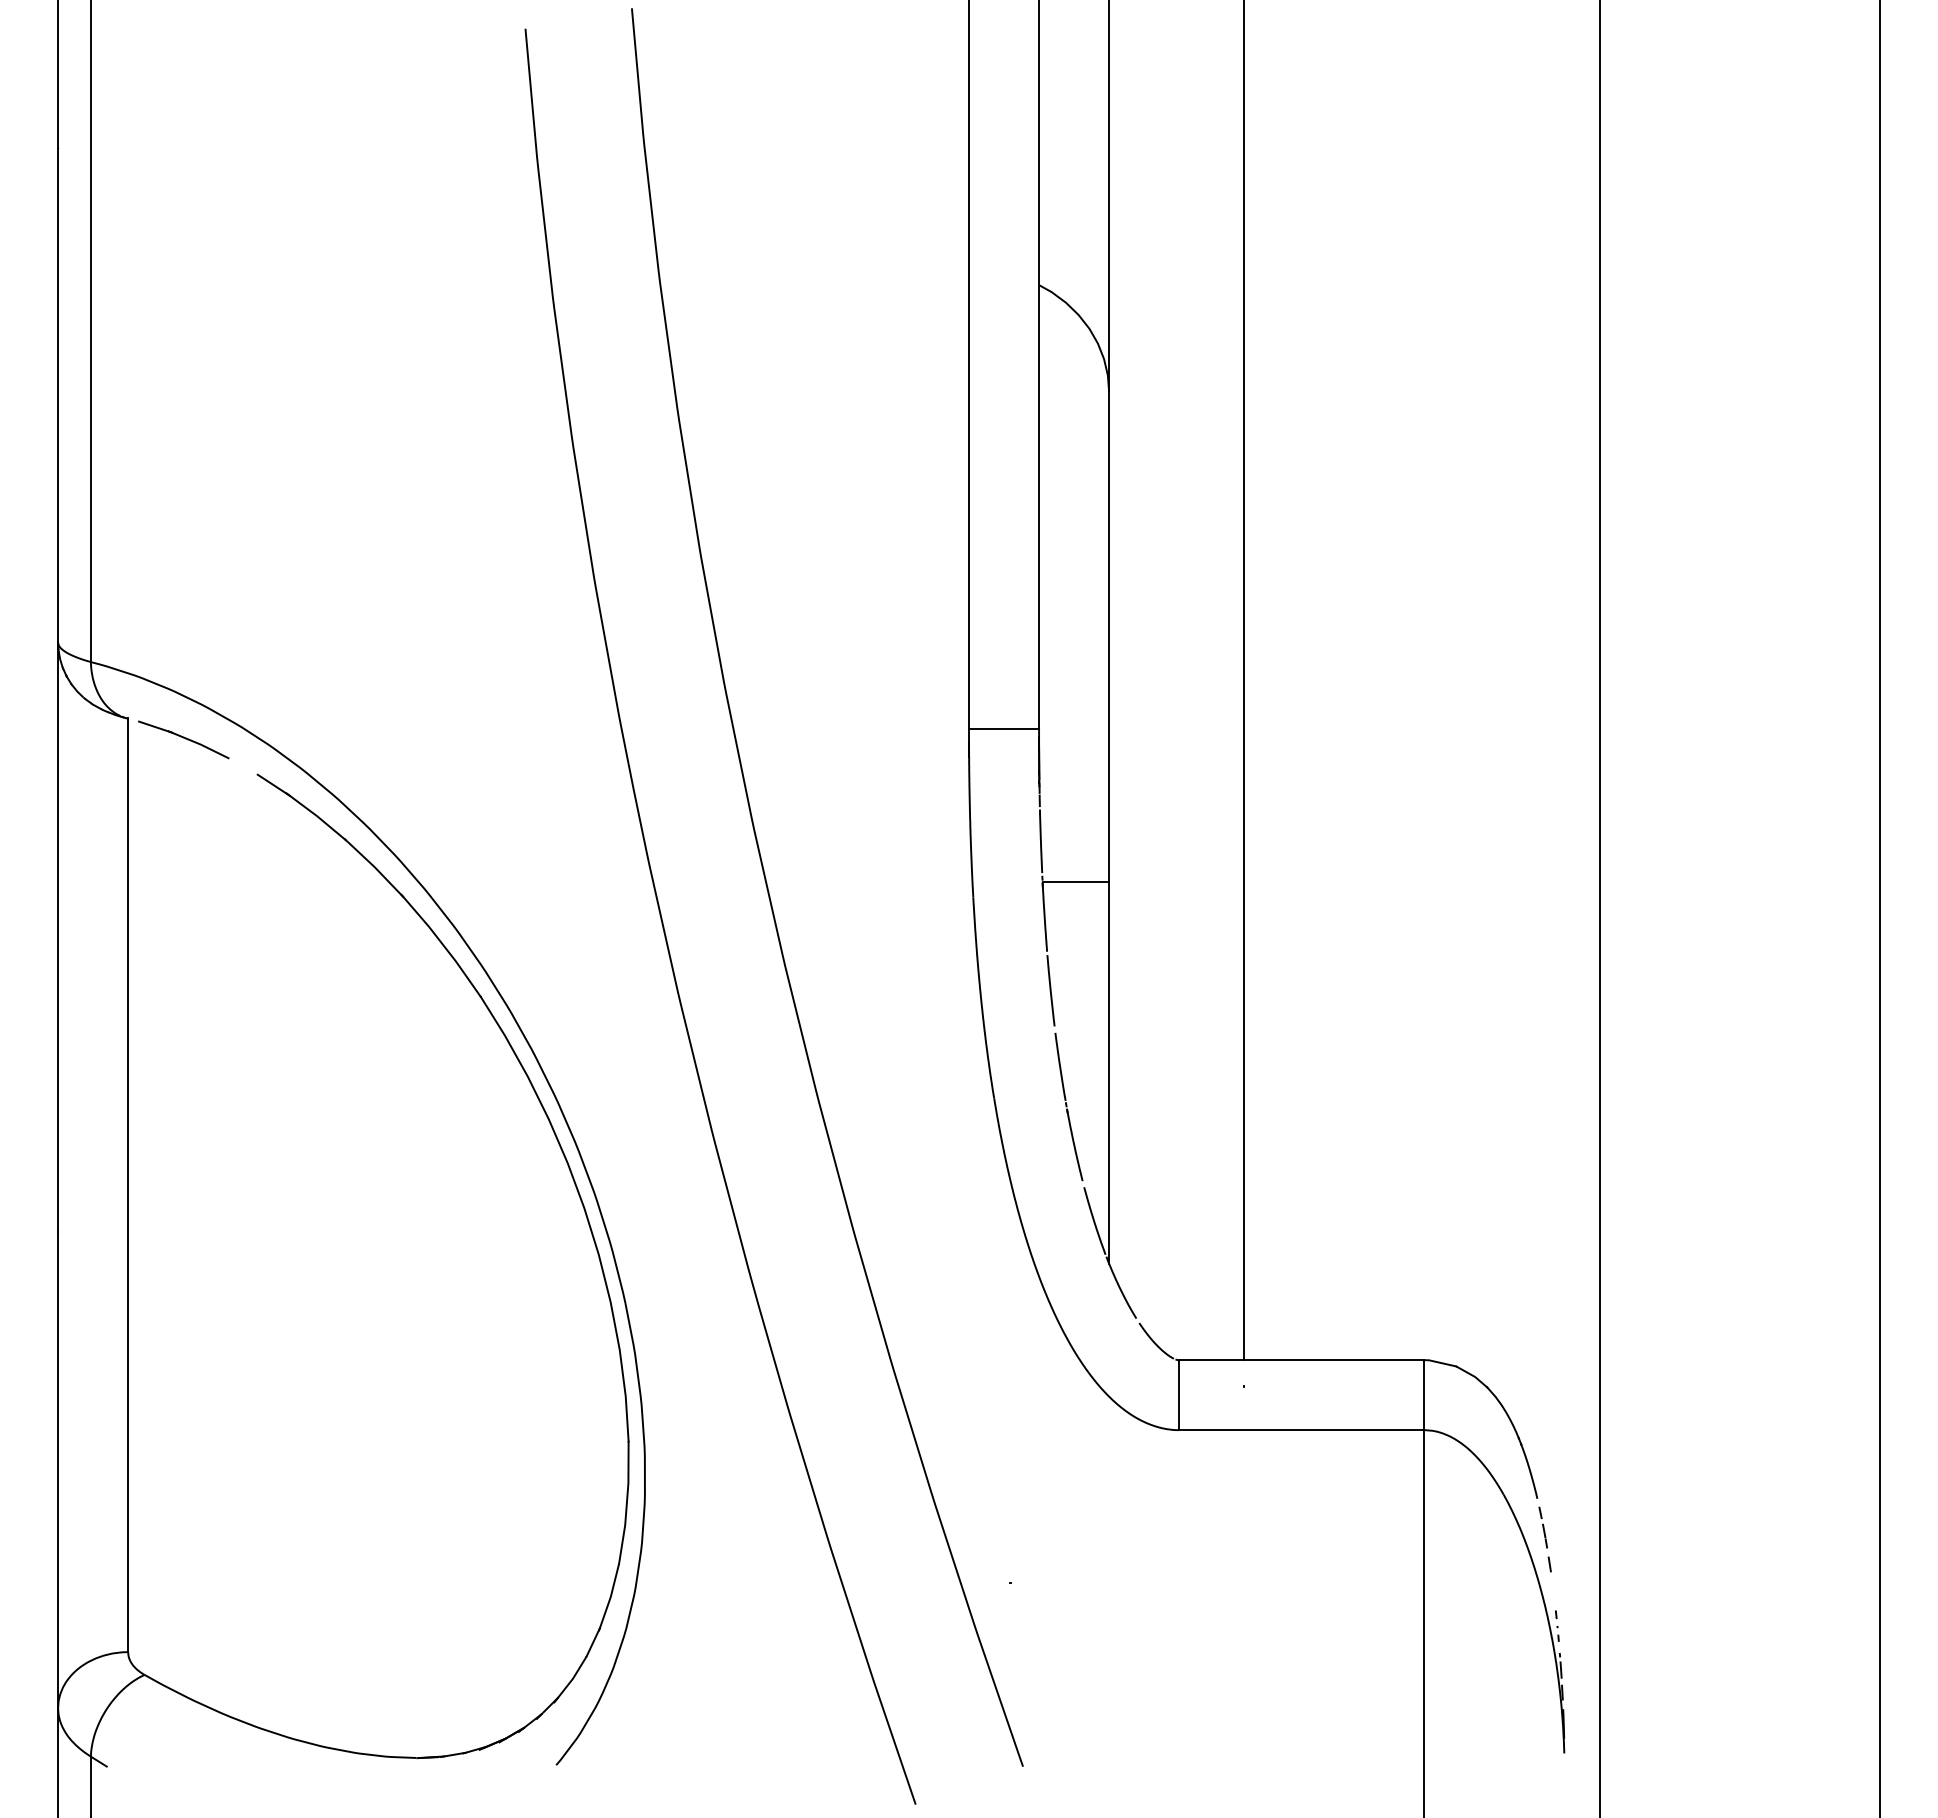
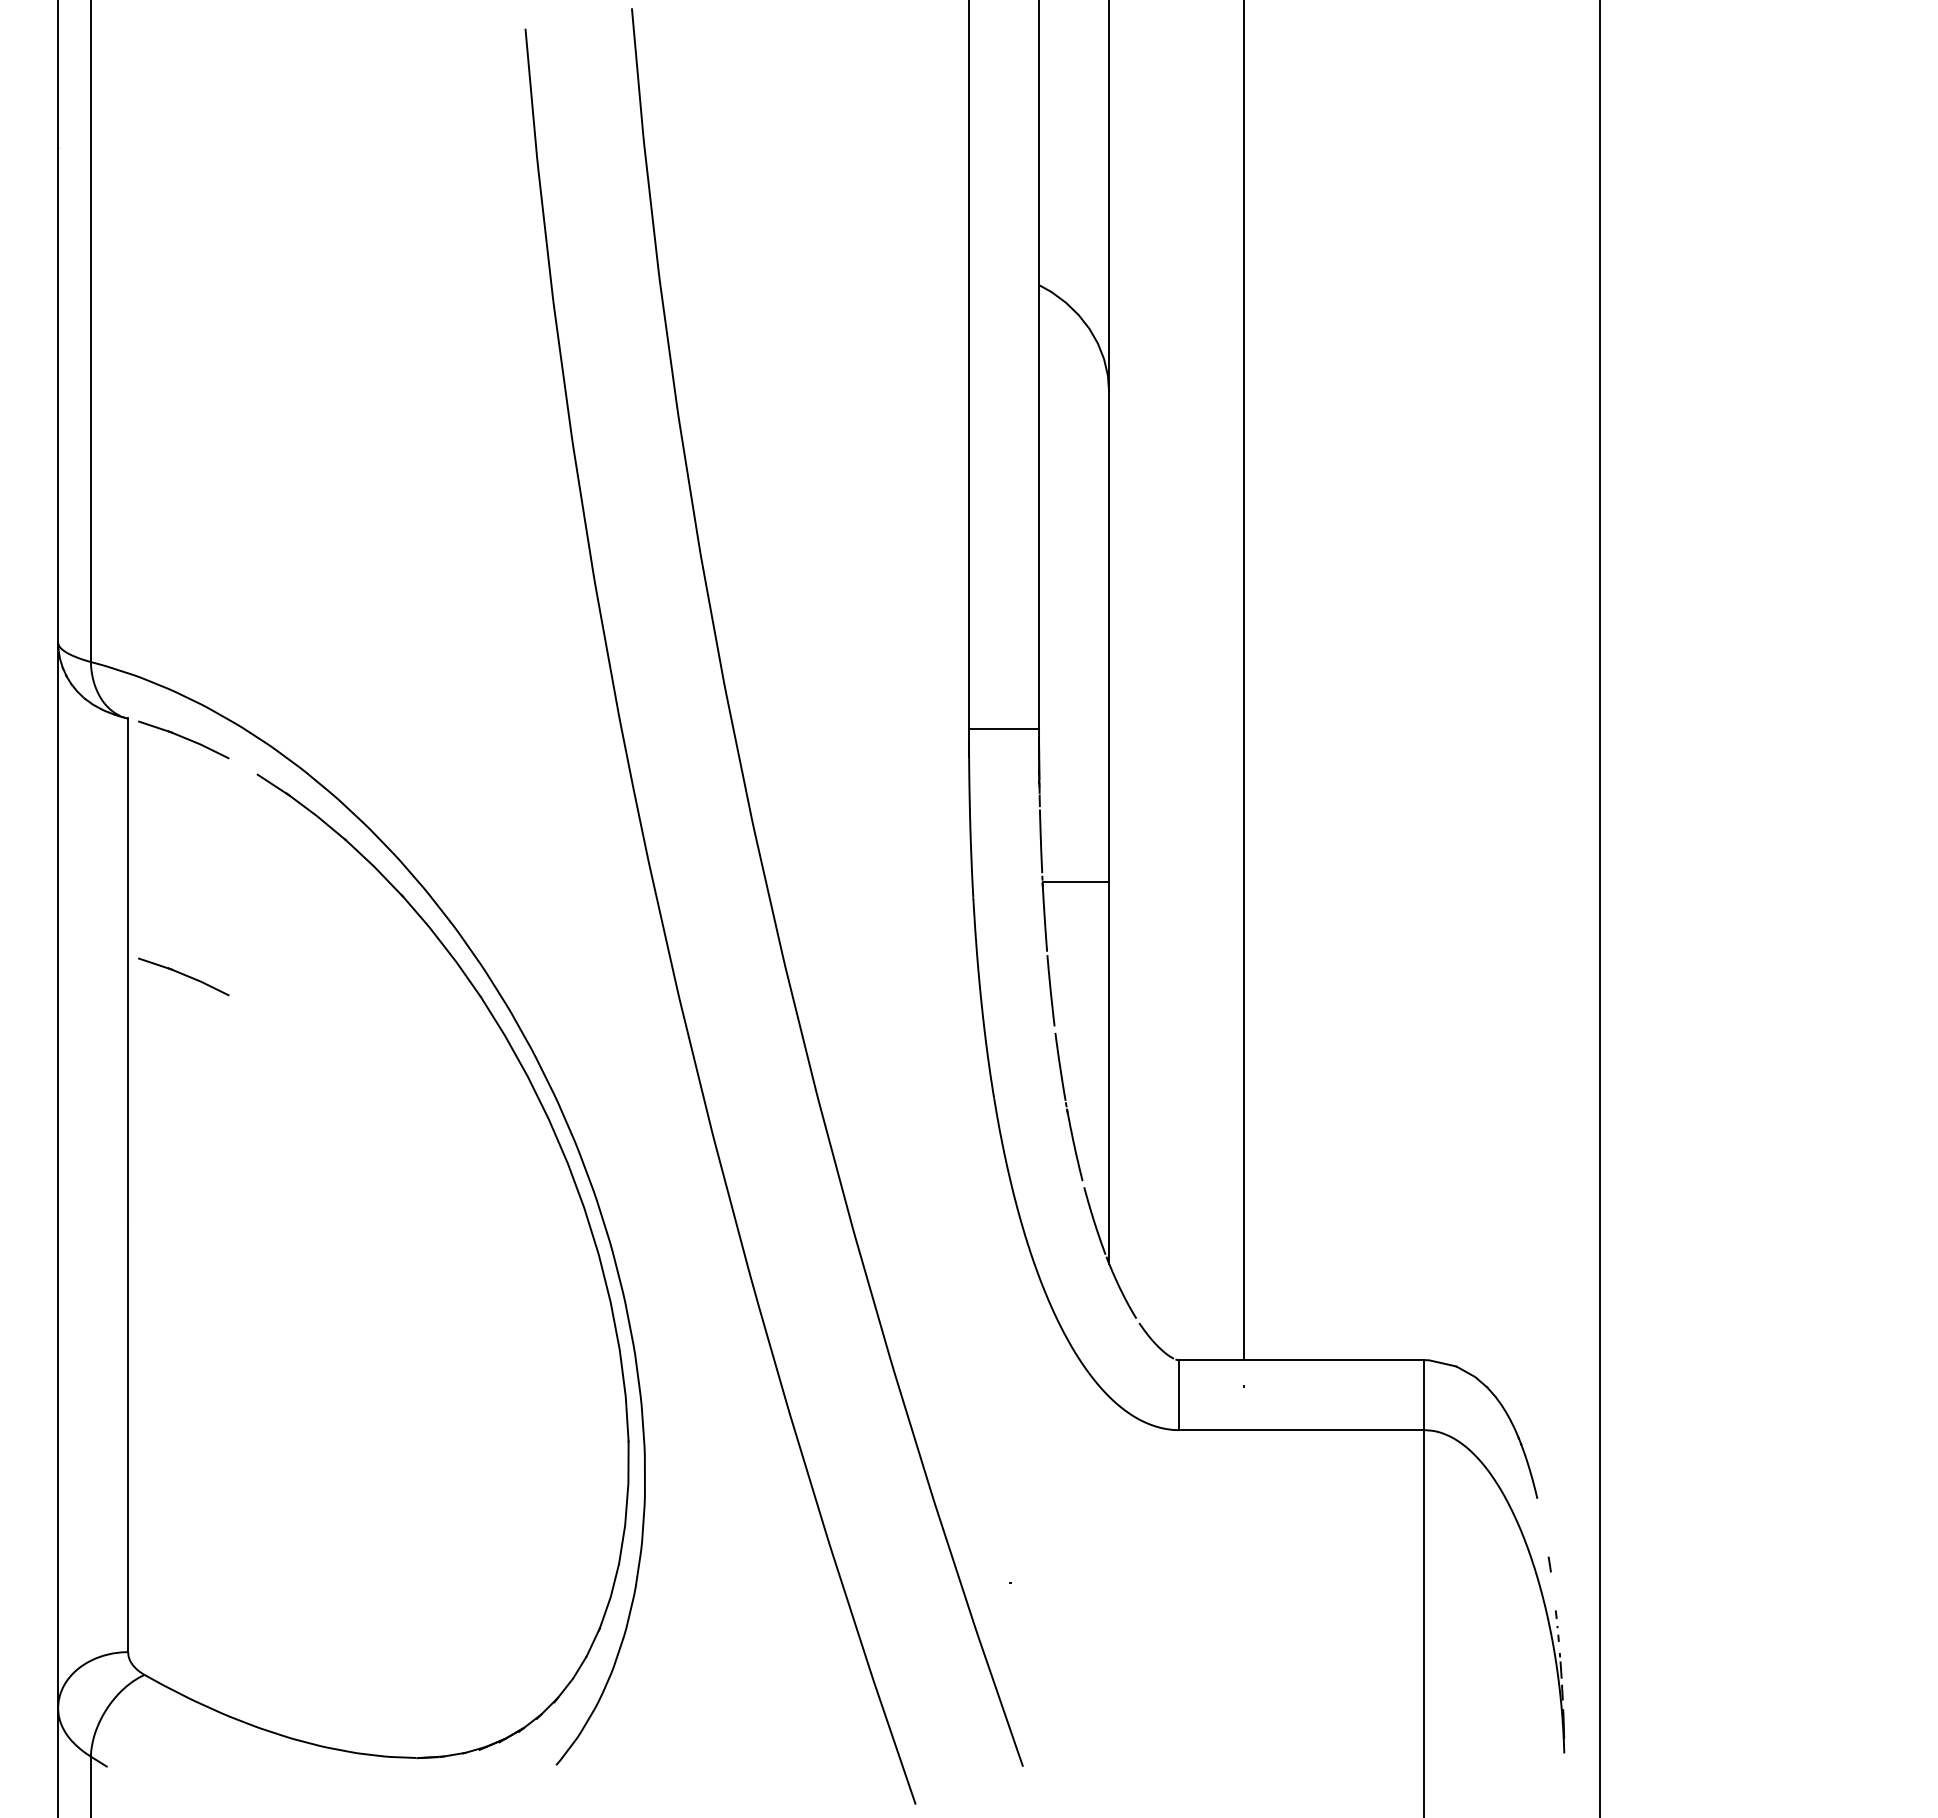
line at (1879, 908): present -> none
part at (183, 976): none -> present
line at (1542, 1527): present -> none
